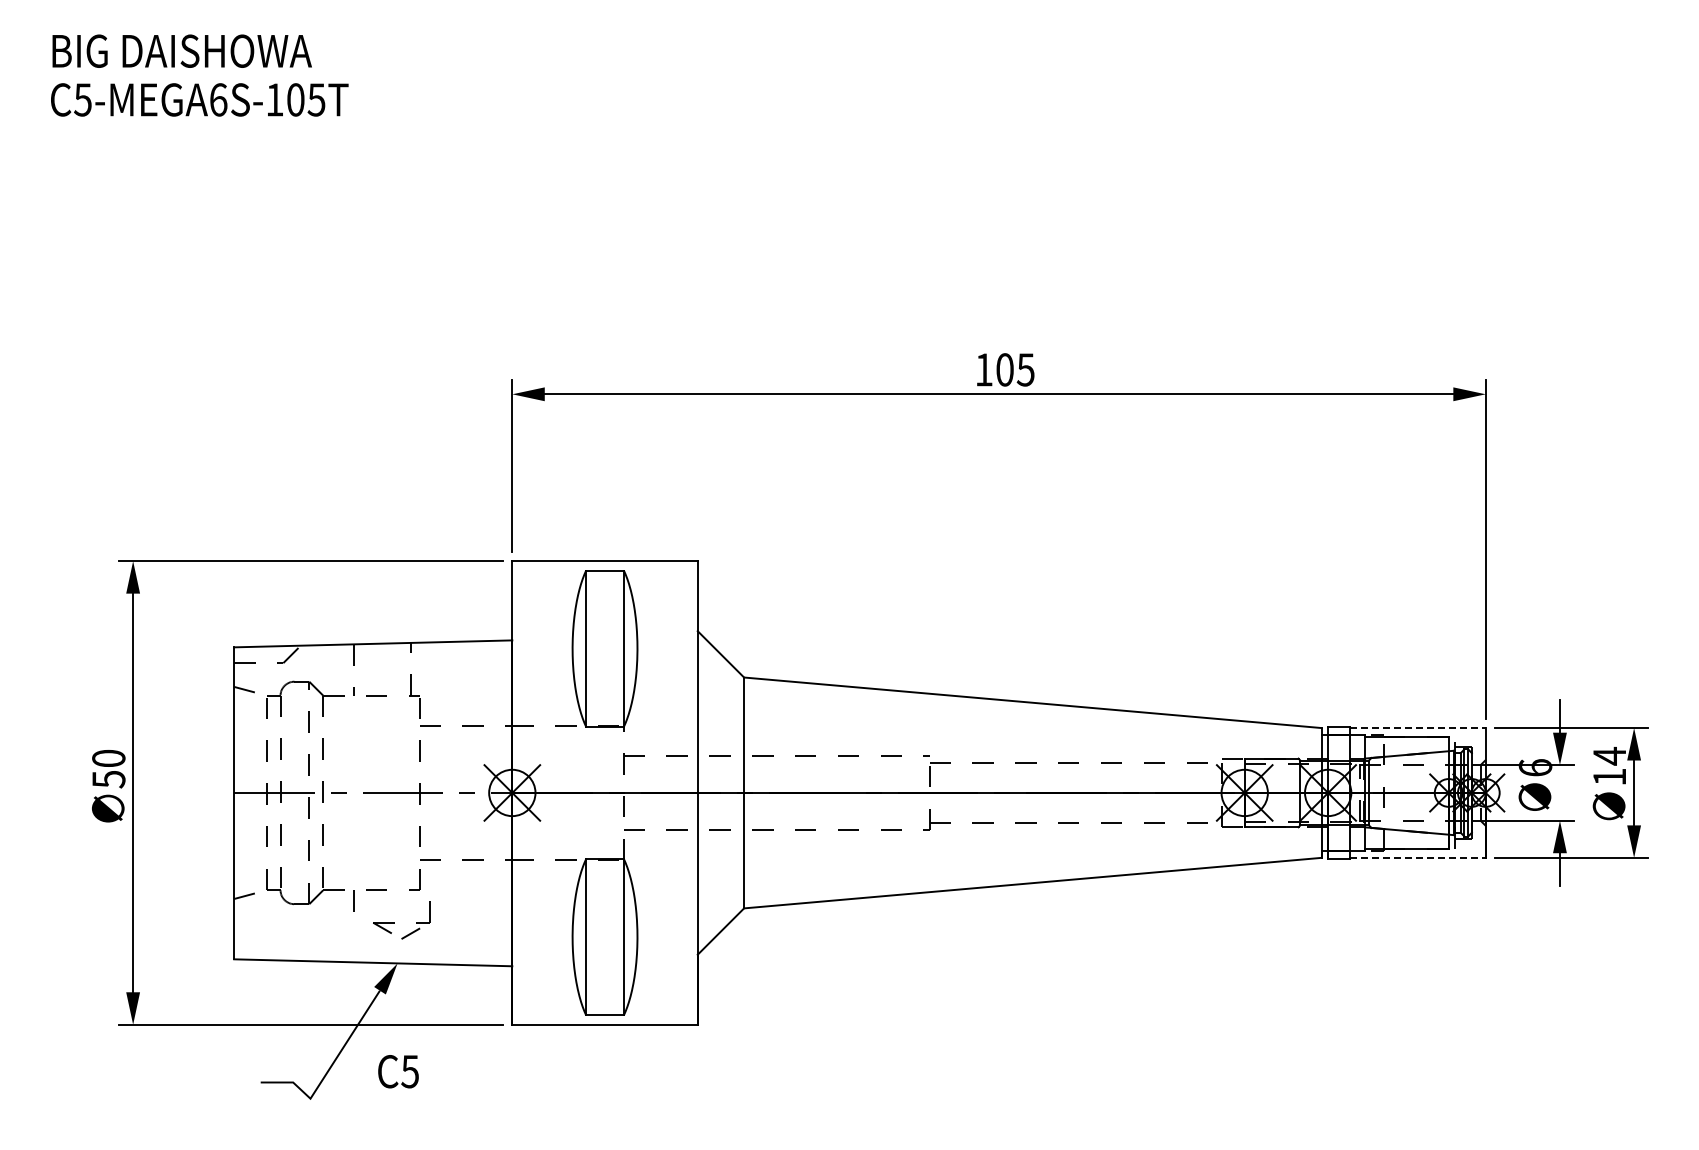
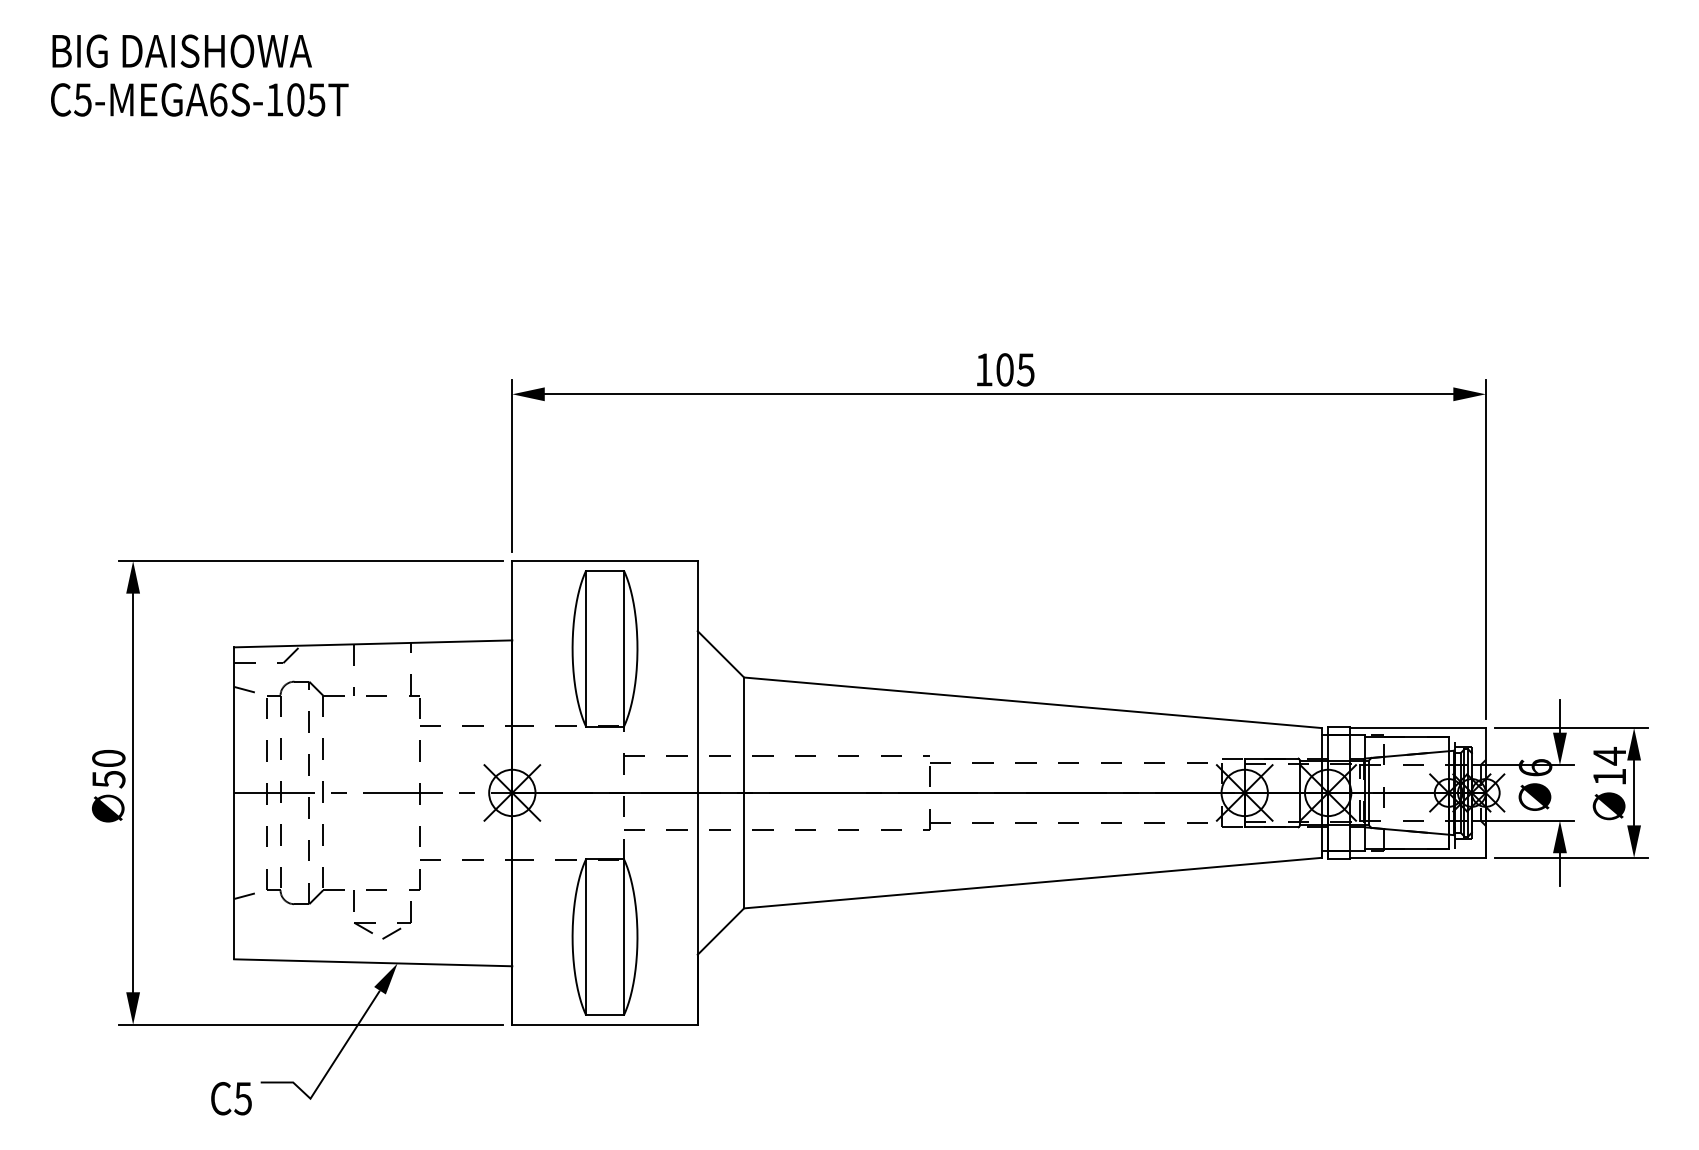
line at (1418, 728): dashed -> solid
line at (1418, 857): dashed -> solid
part at (394, 922) position: (394, 922) -> (375, 922)
text at (398, 1071) position: (398, 1071) -> (231, 1098)
